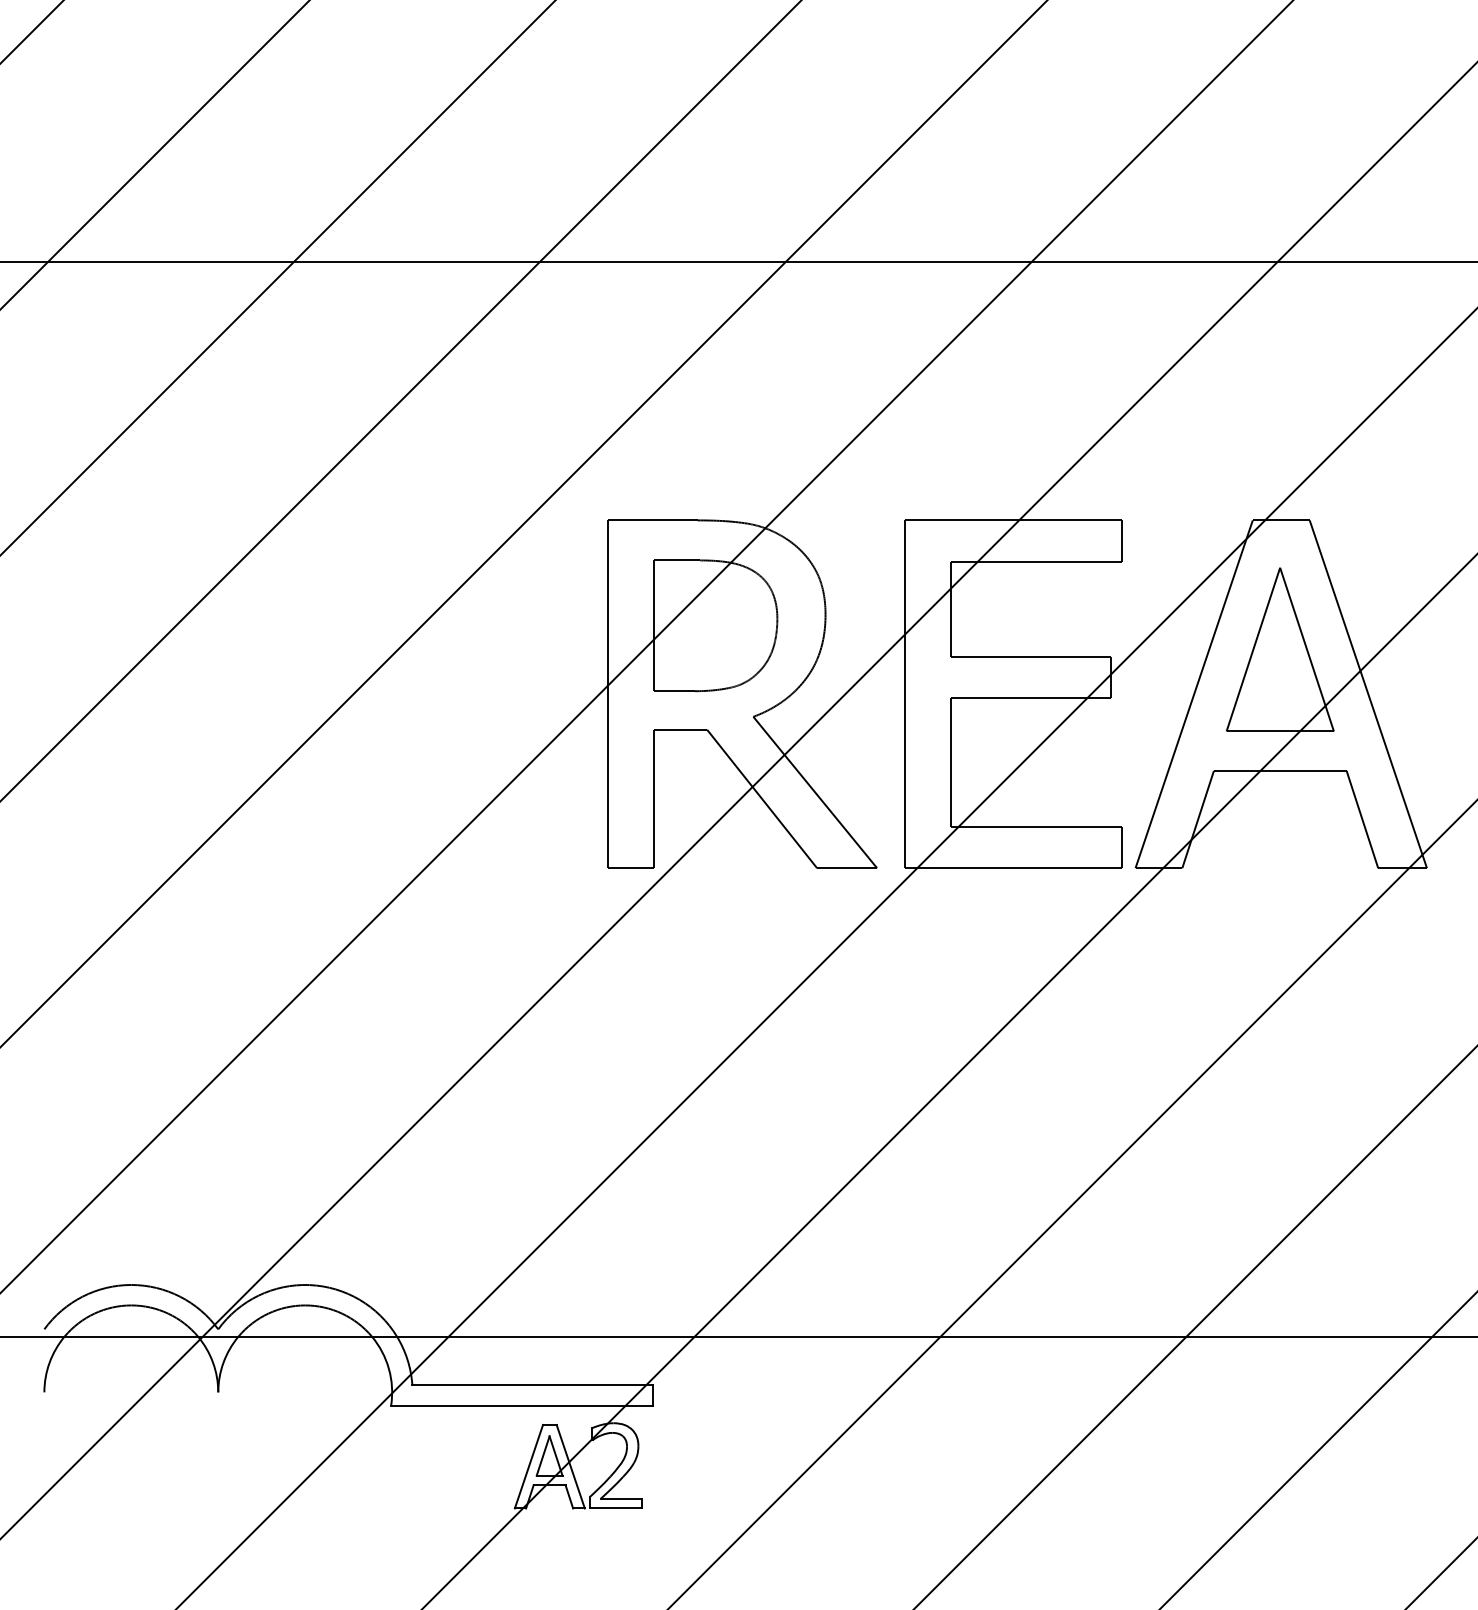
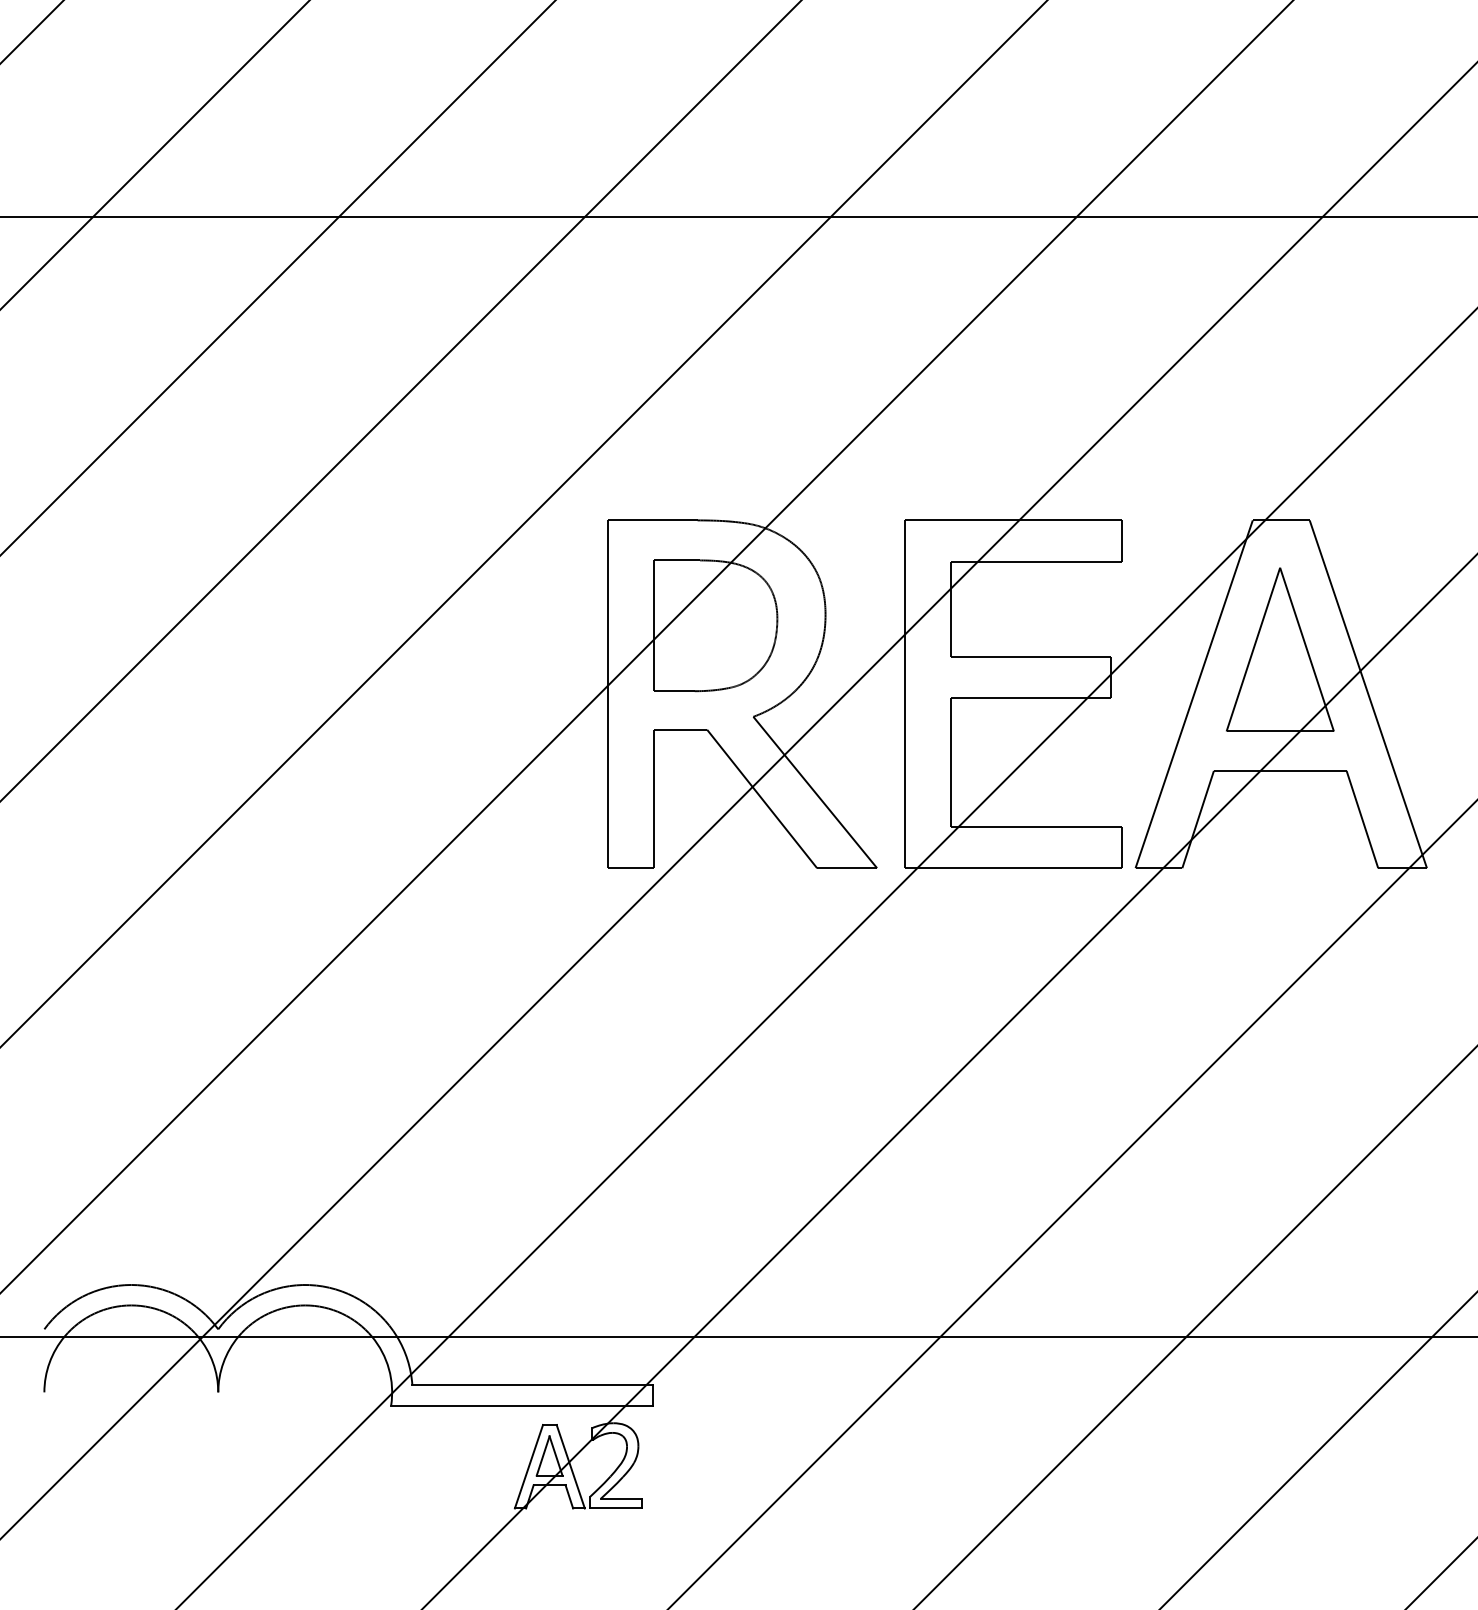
line at (738, 262) position: (738, 262) -> (738, 217)
